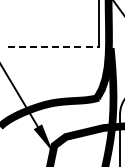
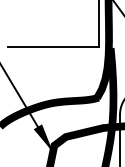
line at (53, 46): dashed -> solid
